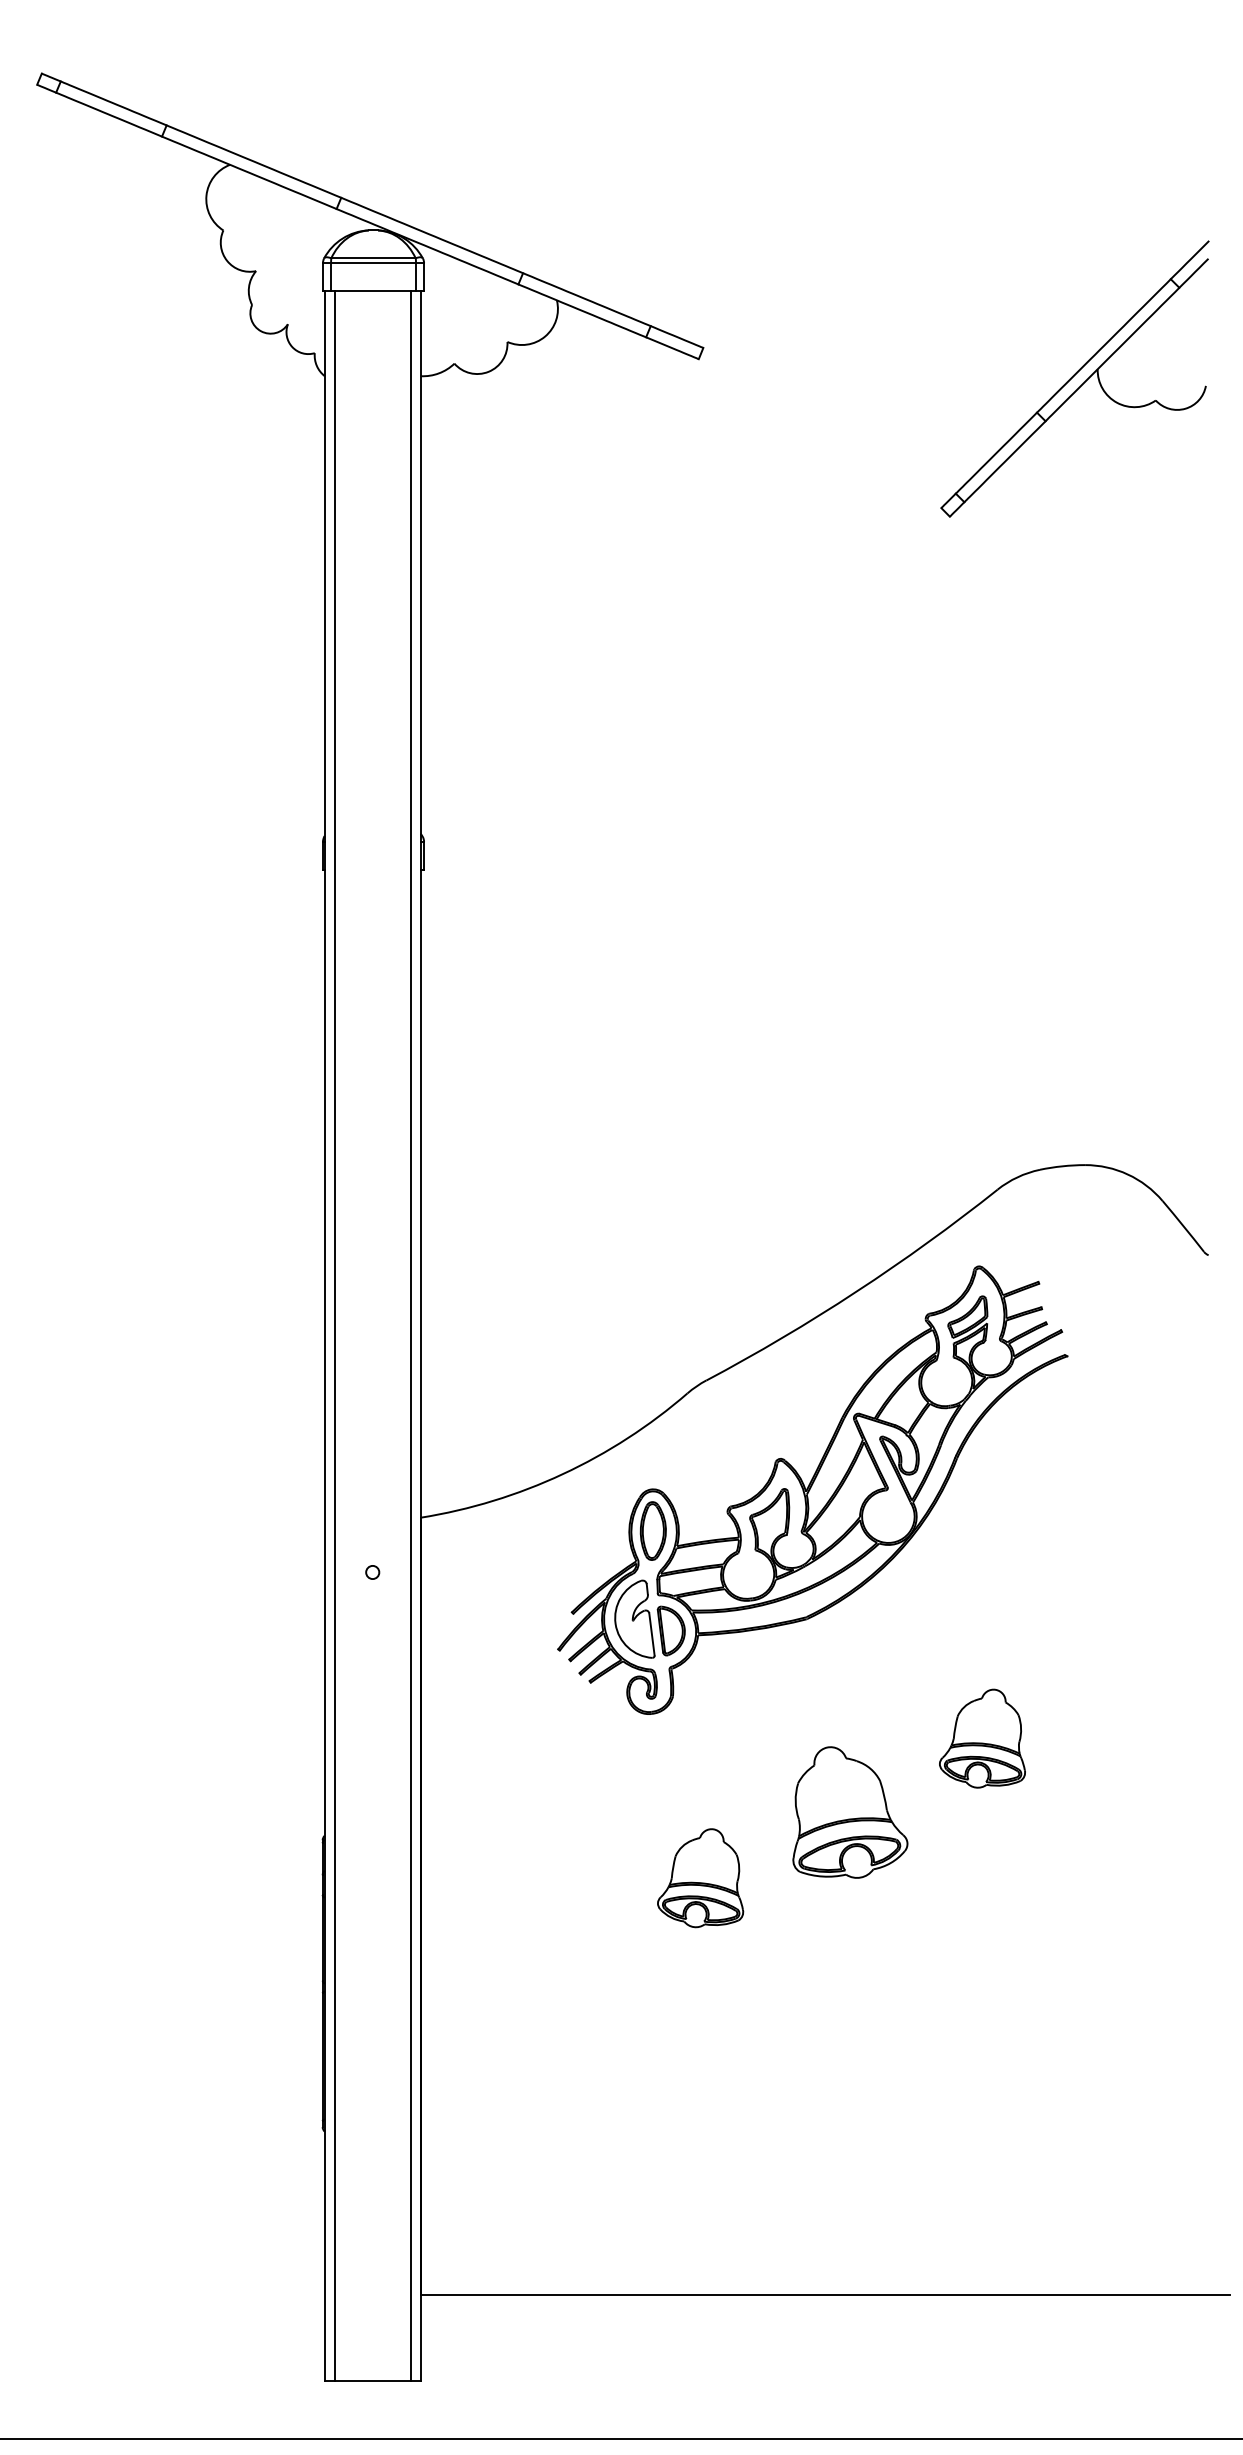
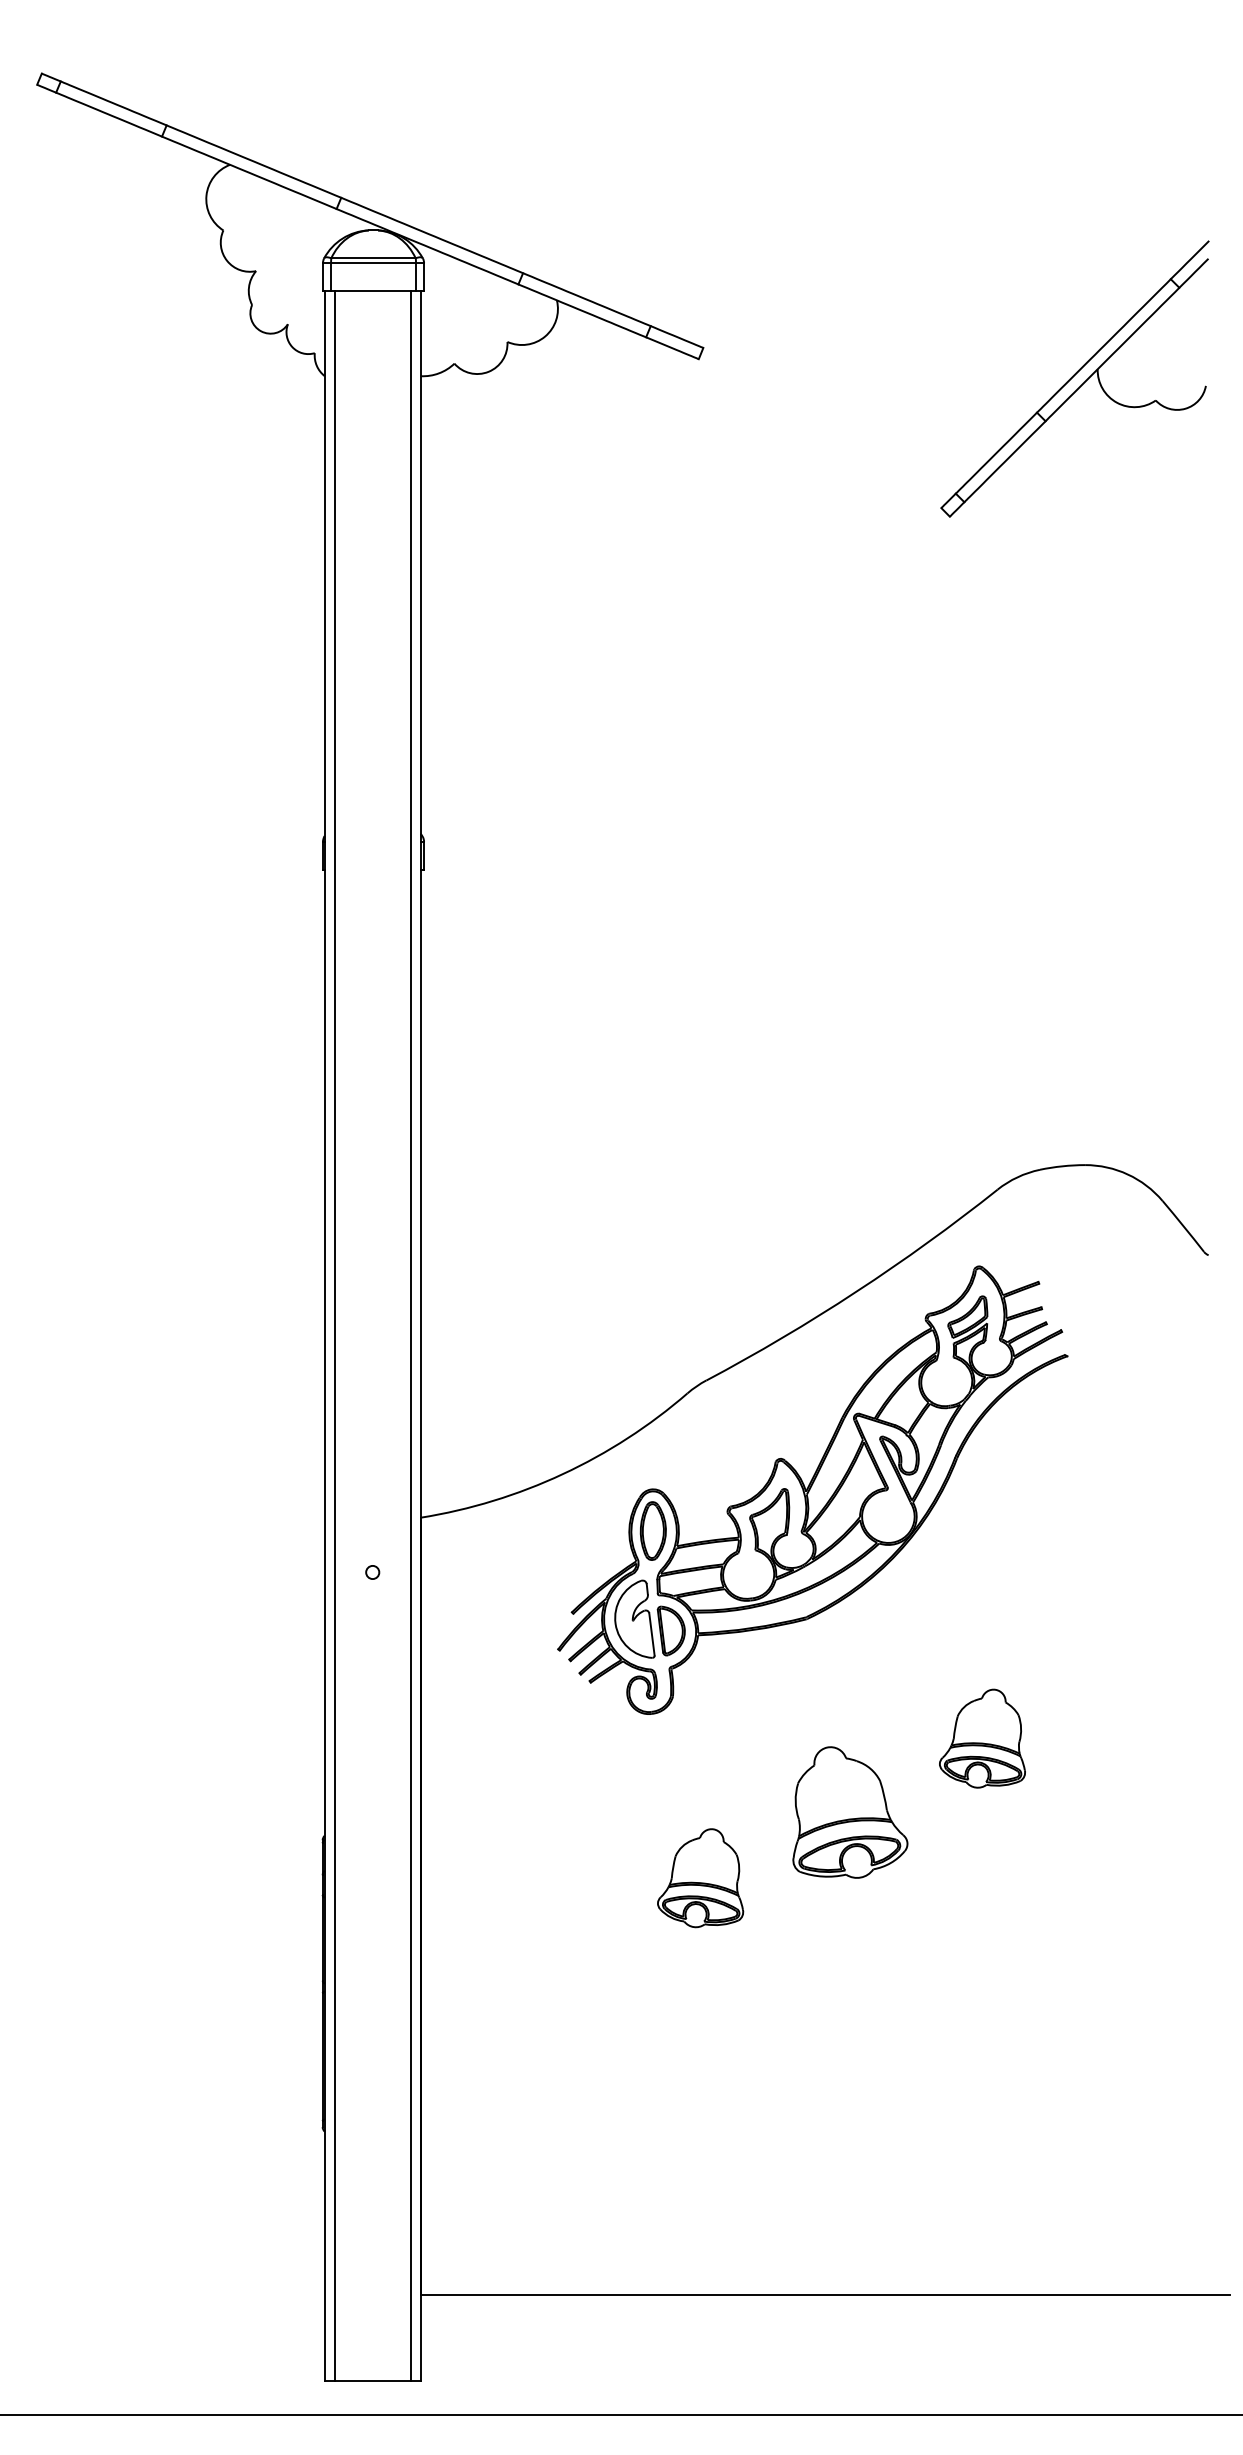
line at (620, 2438) position: (620, 2438) -> (620, 2414)
